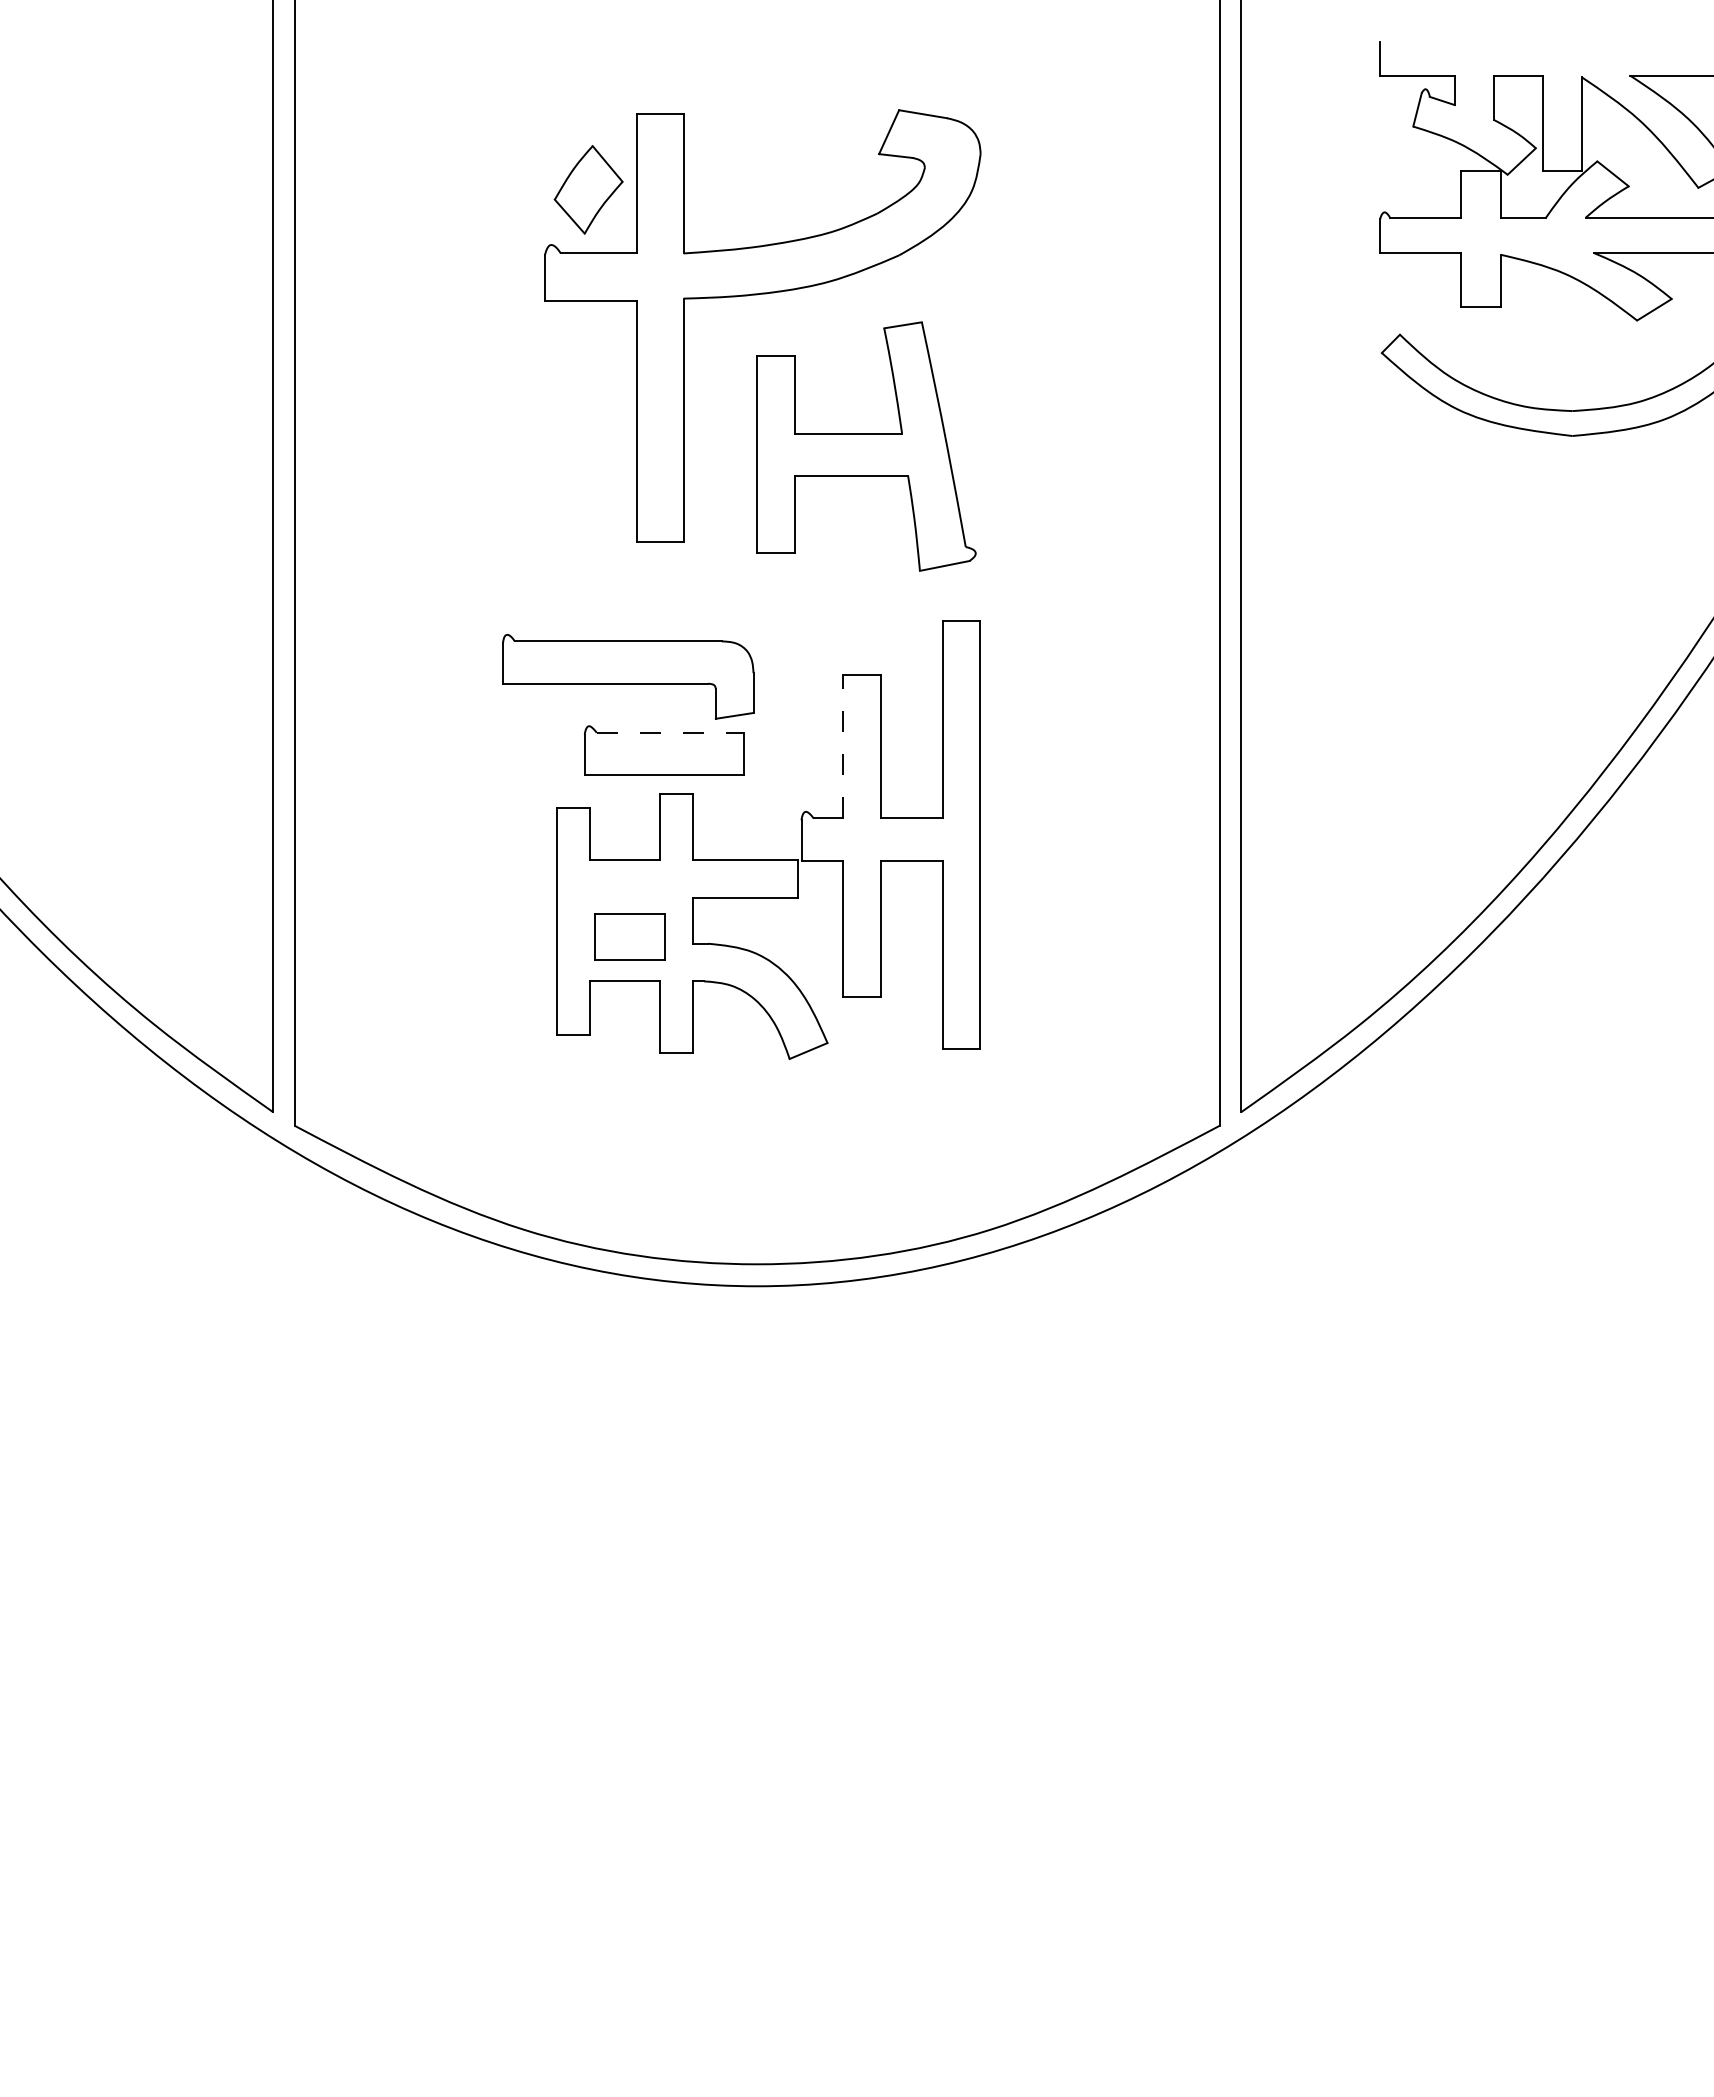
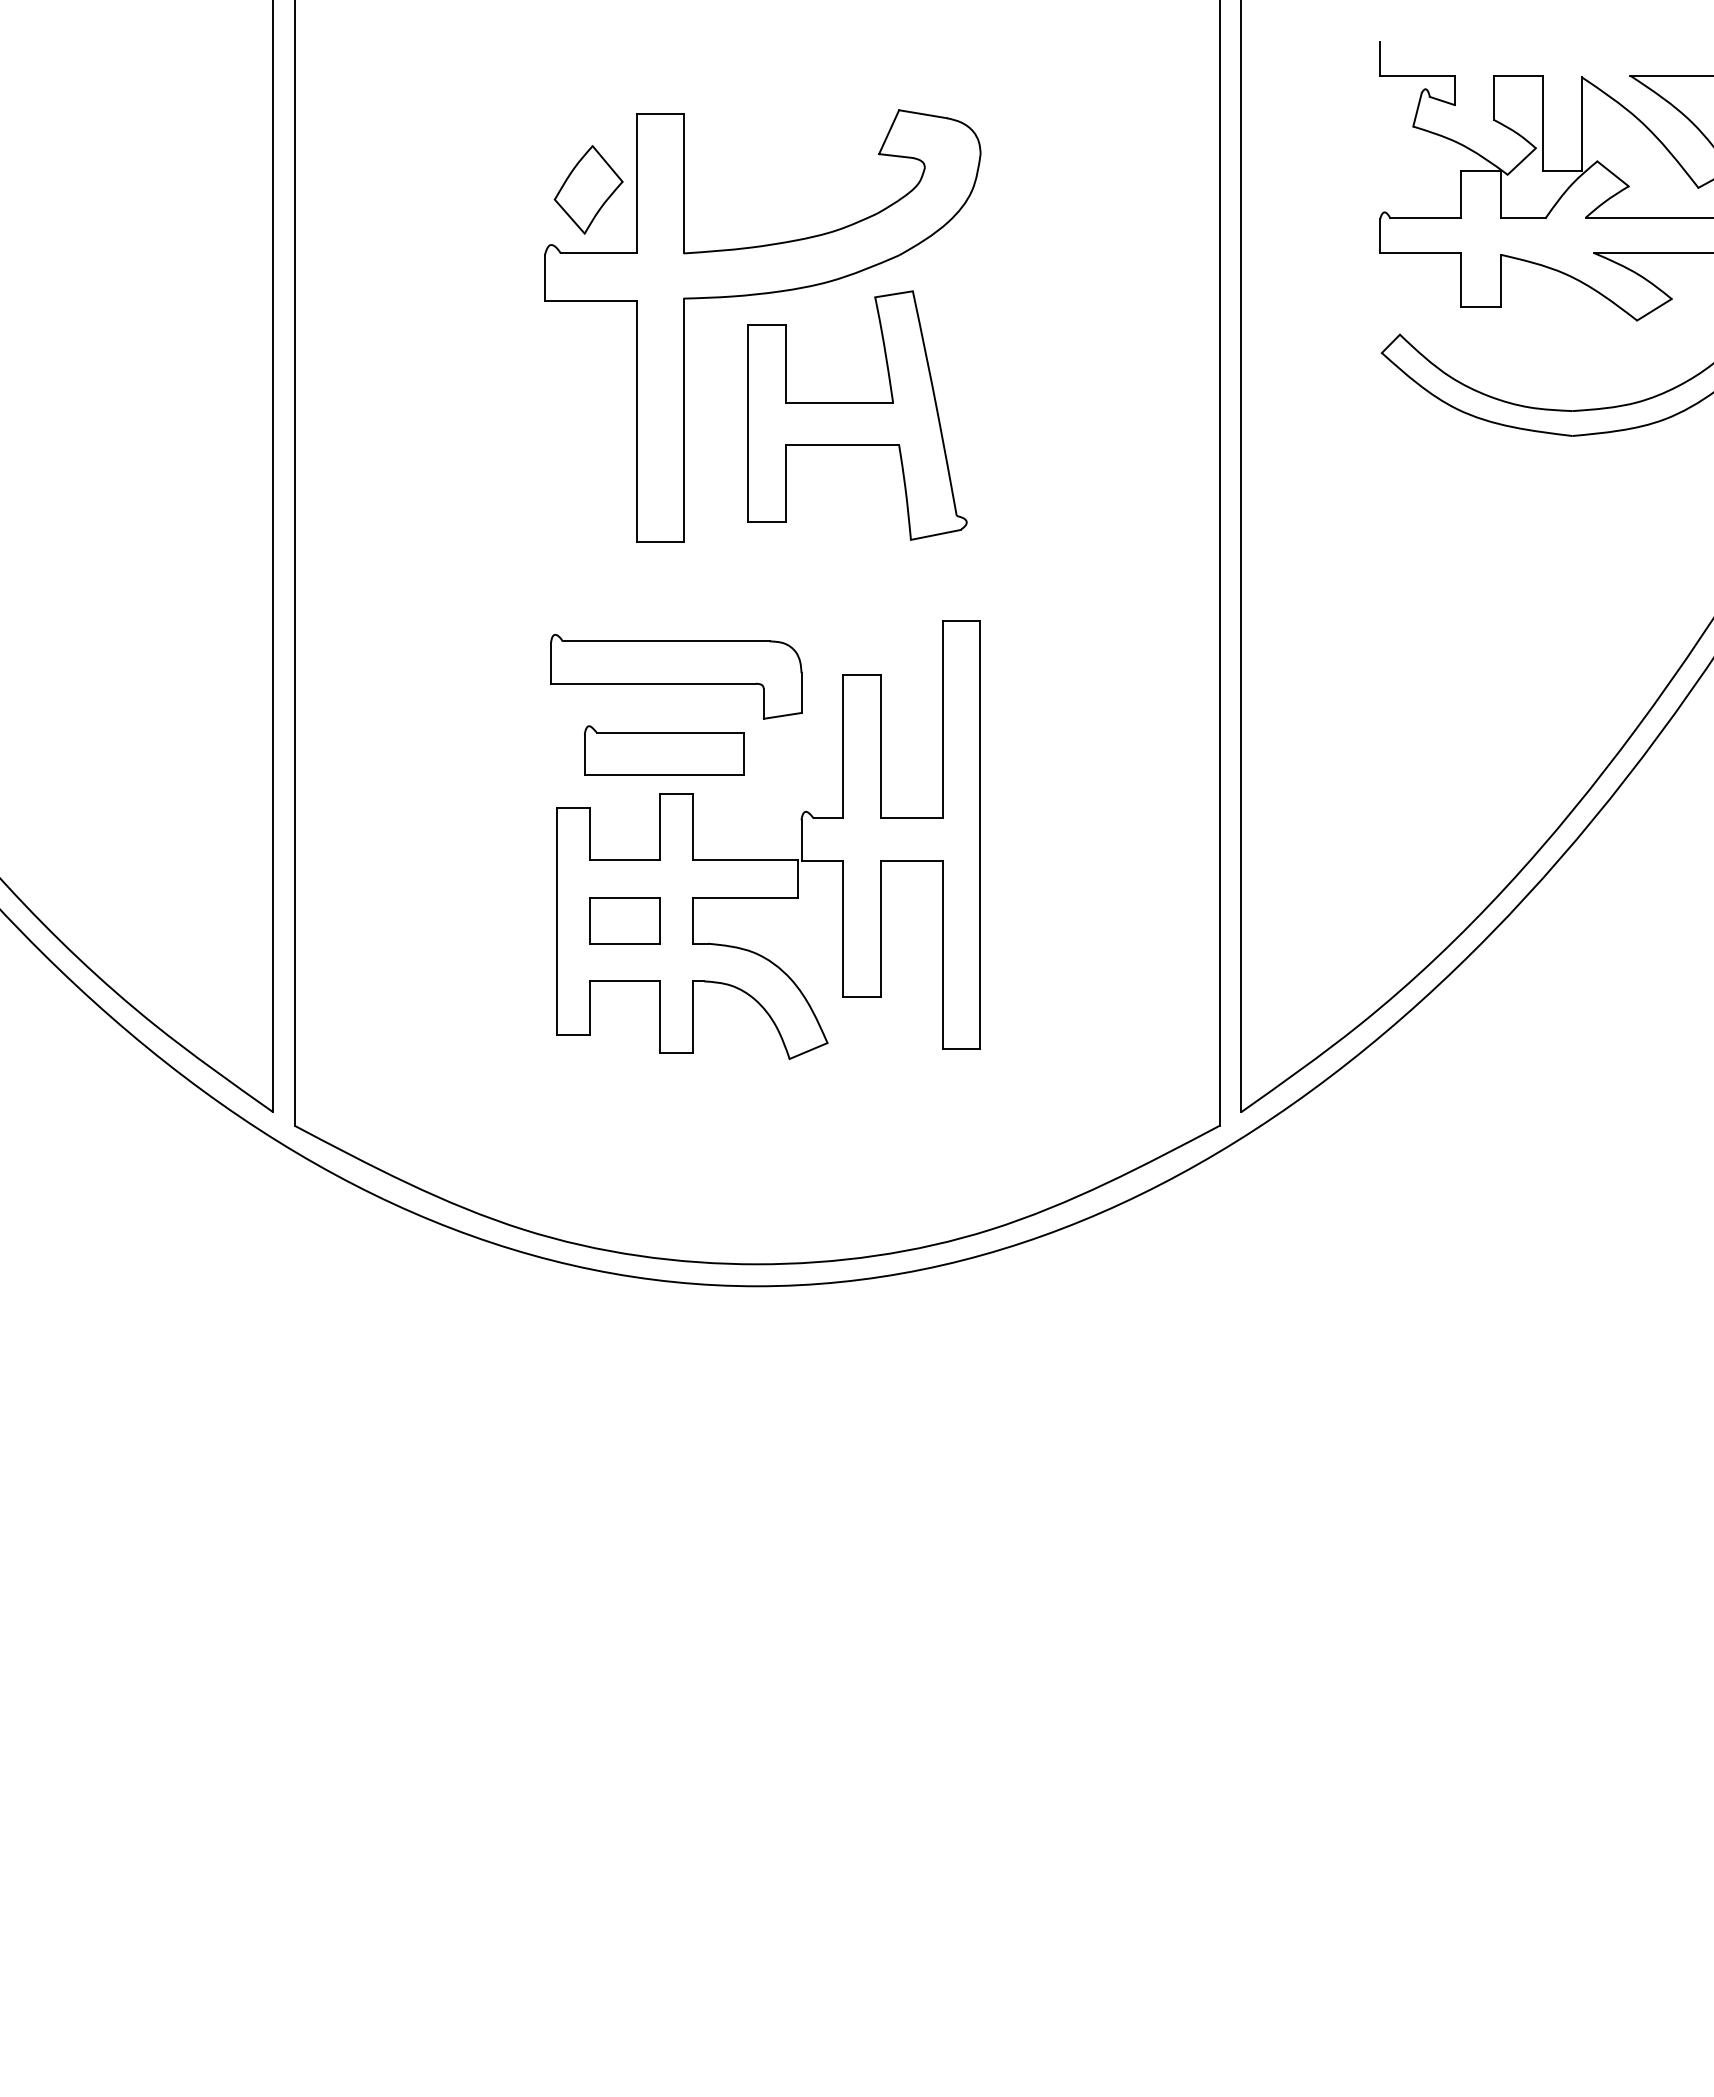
part at (866, 446) position: (866, 446) -> (857, 415)
part at (628, 676) position: (628, 676) -> (676, 676)
line at (670, 732): dashed -> solid
line at (843, 746): dashed -> solid
part at (629, 936) position: (629, 936) -> (624, 920)
